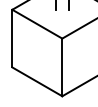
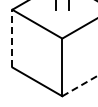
line at (12, 38): solid -> dashed
line at (80, 85): solid -> dashed
